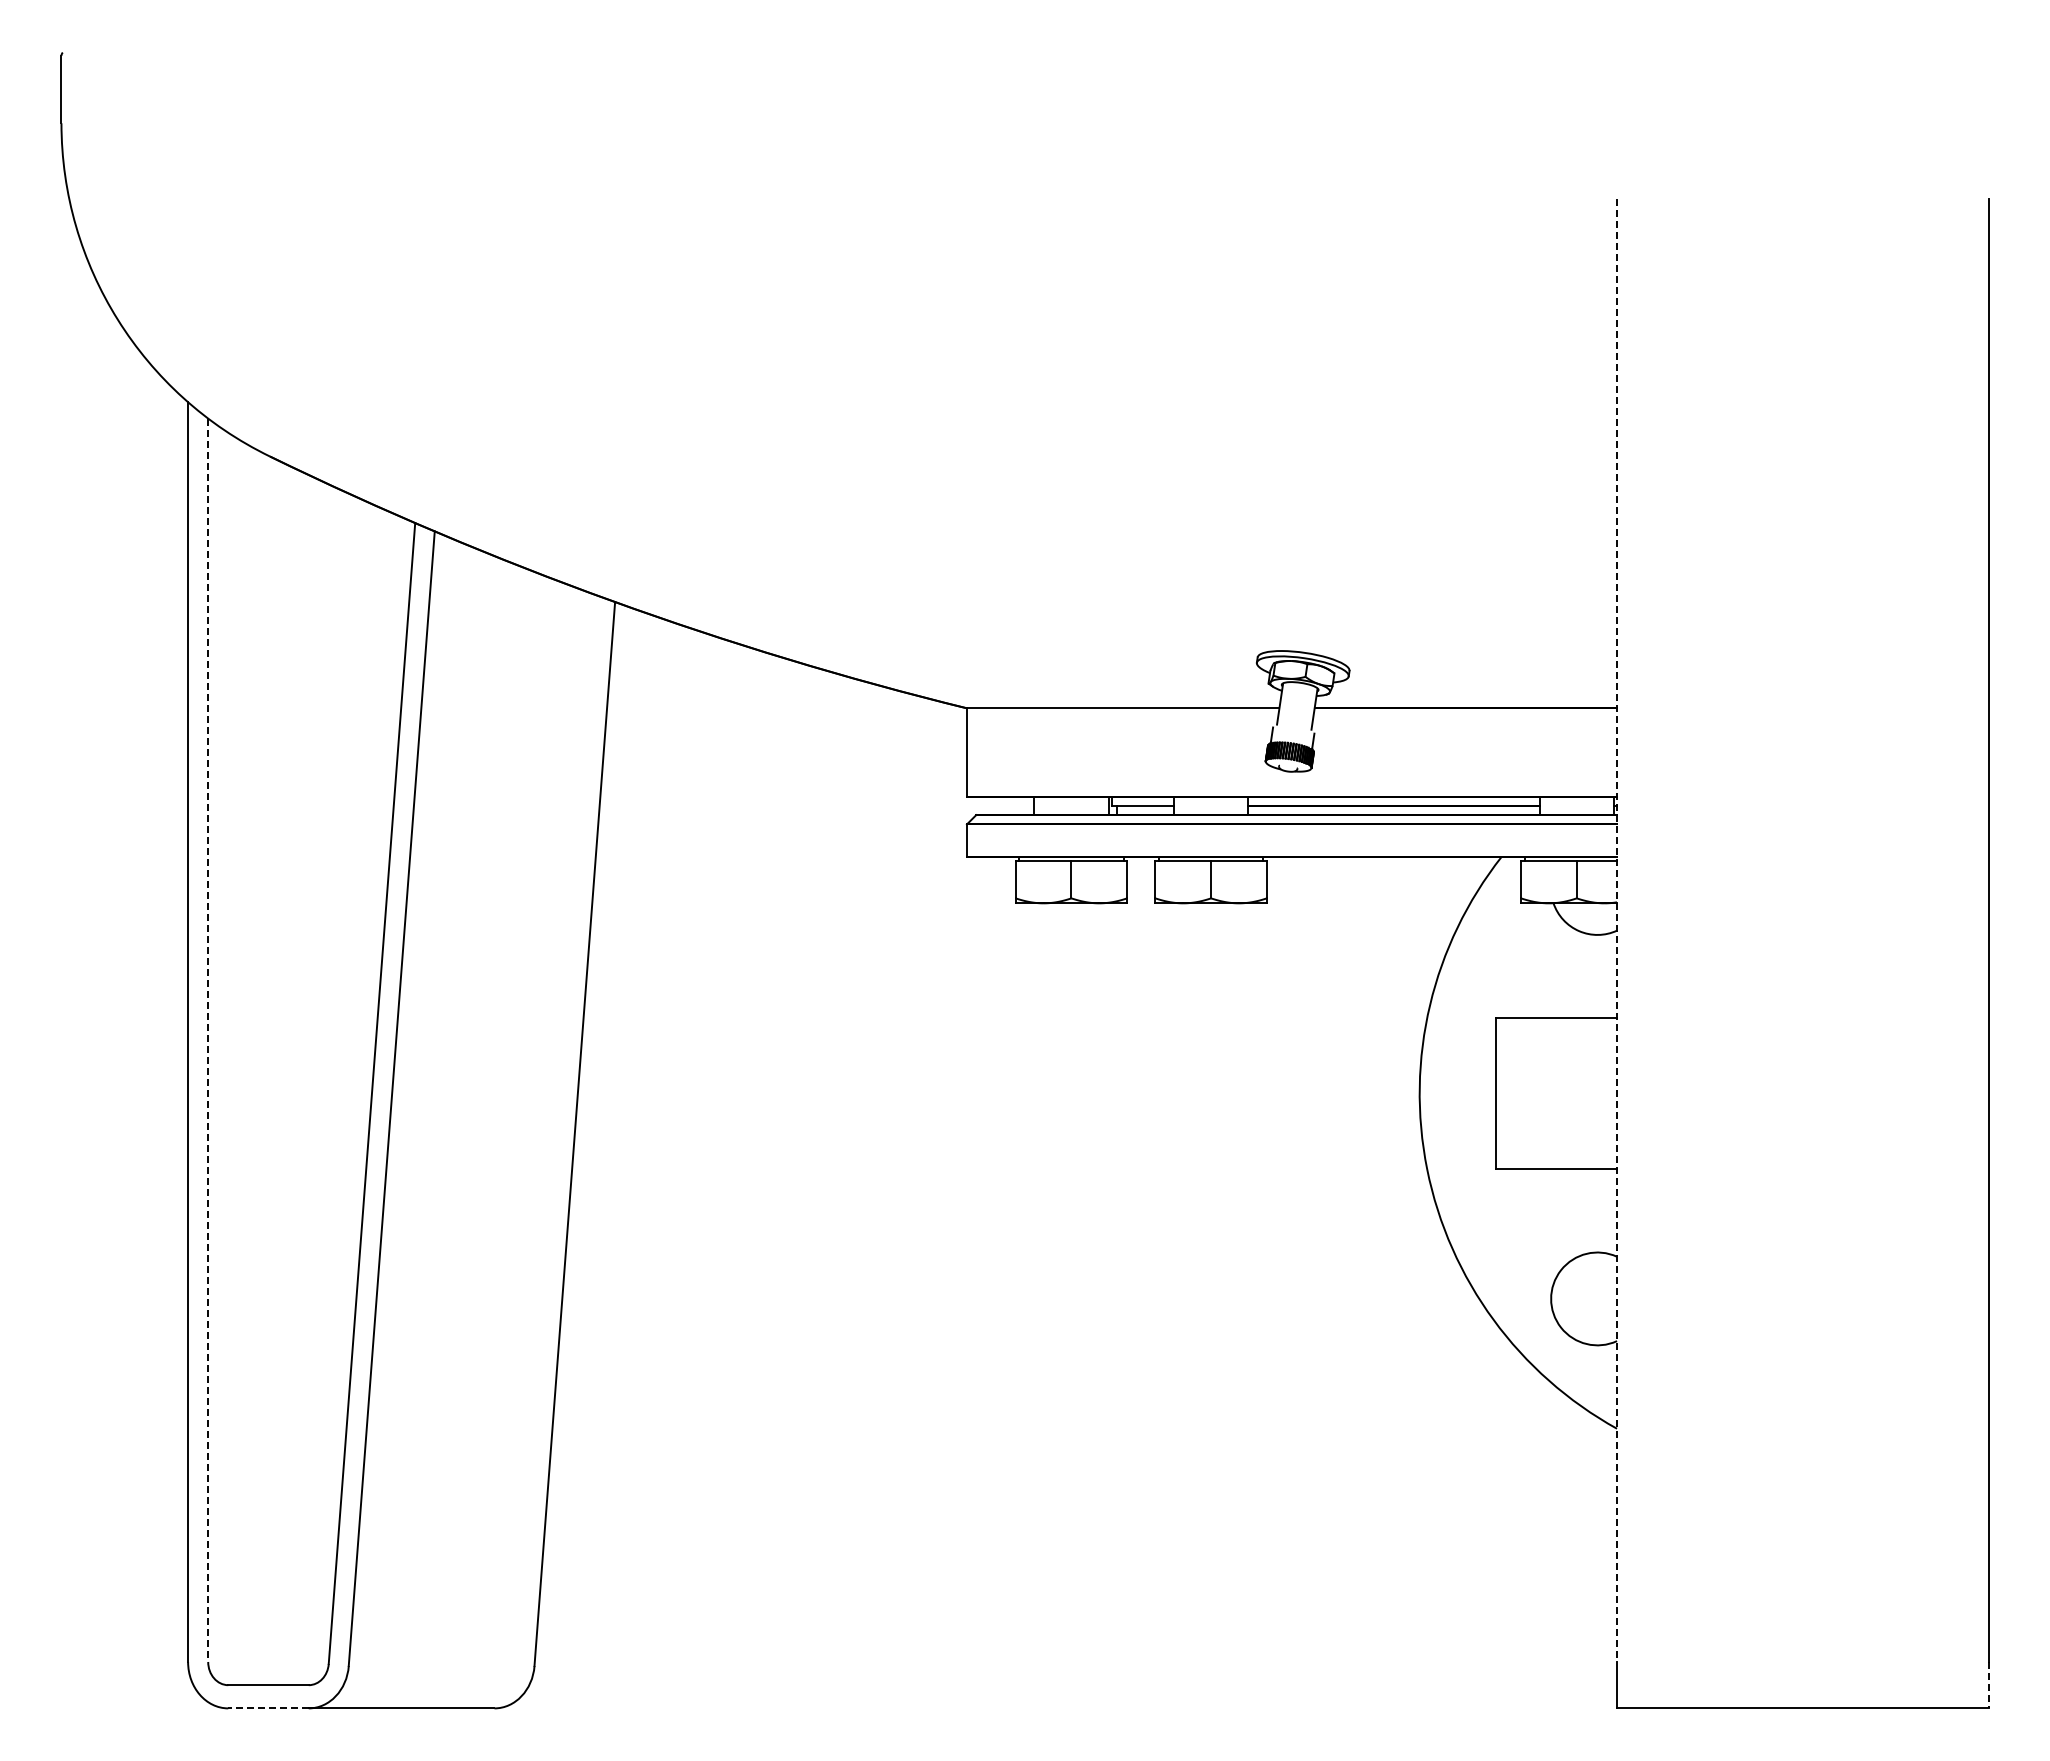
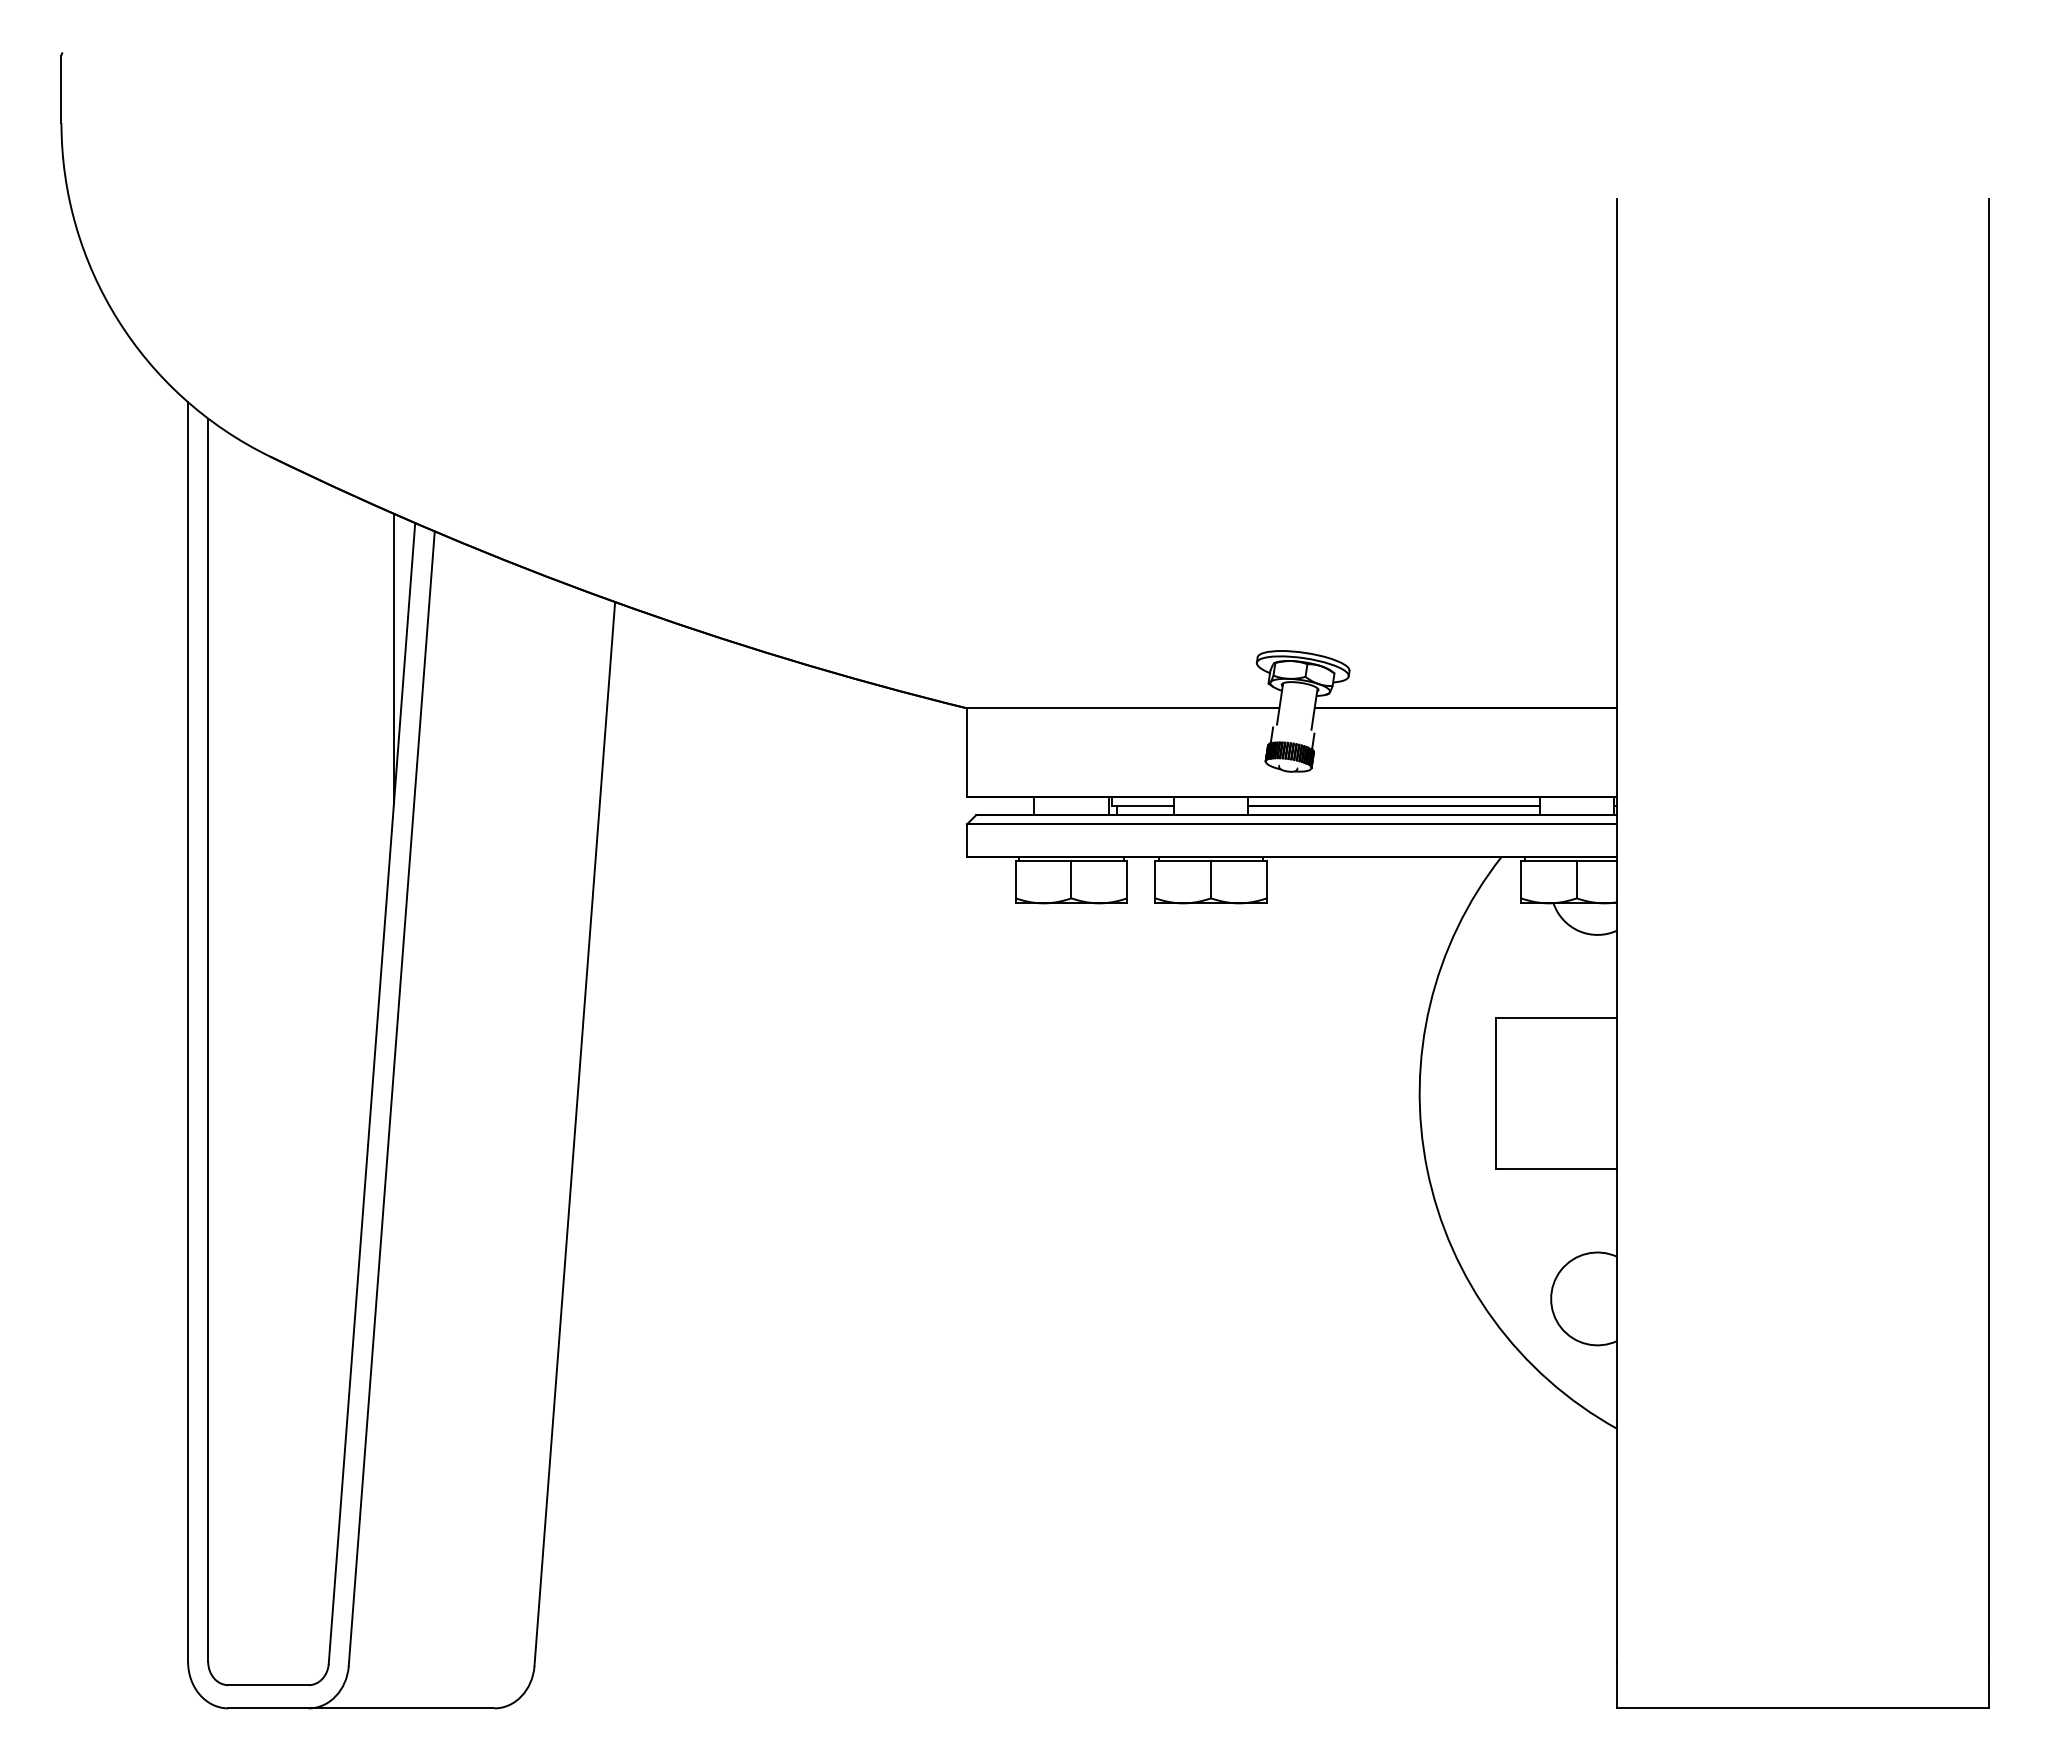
line at (393, 658): none -> present
line at (1617, 931): dashed -> solid
line at (208, 1040): dashed -> solid
line at (1988, 1685): dashed -> solid
line at (268, 1708): dashed -> solid
